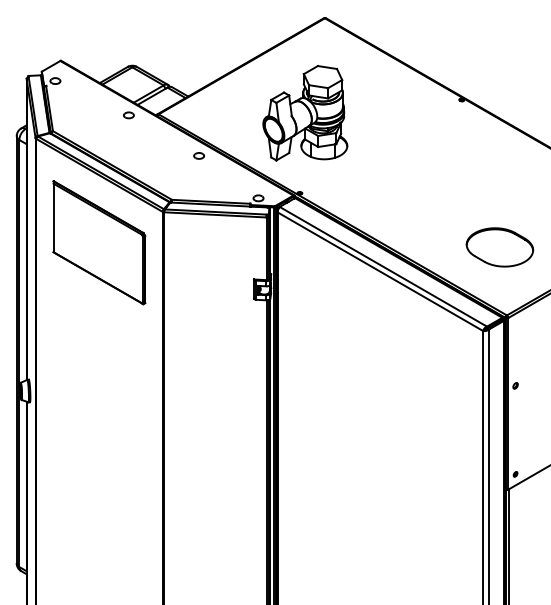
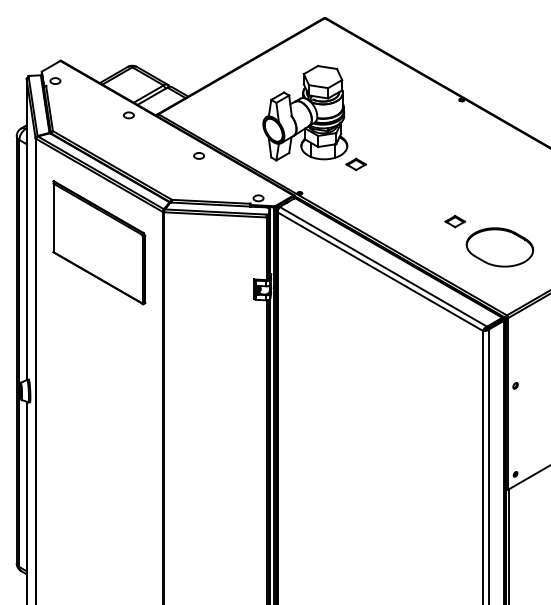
part at (355, 164): none -> present
part at (454, 221): none -> present
